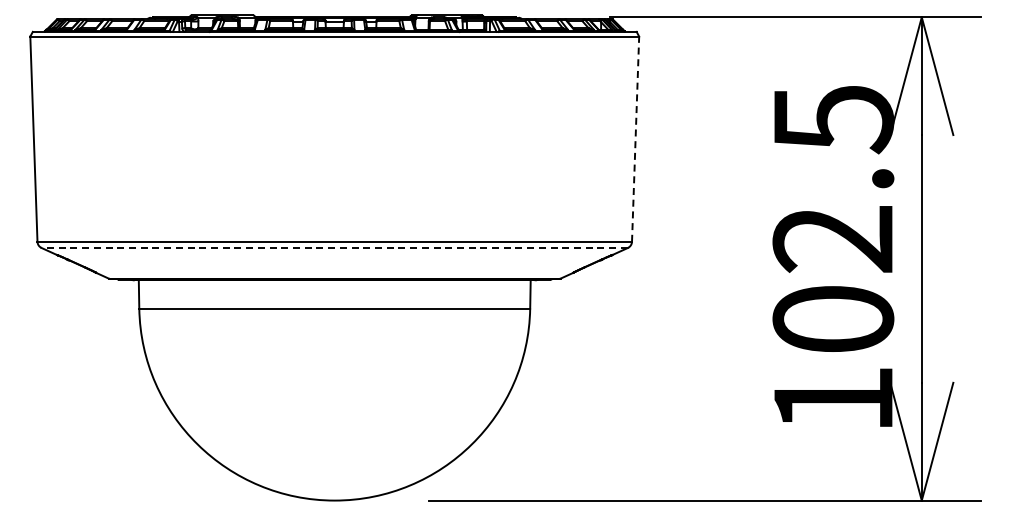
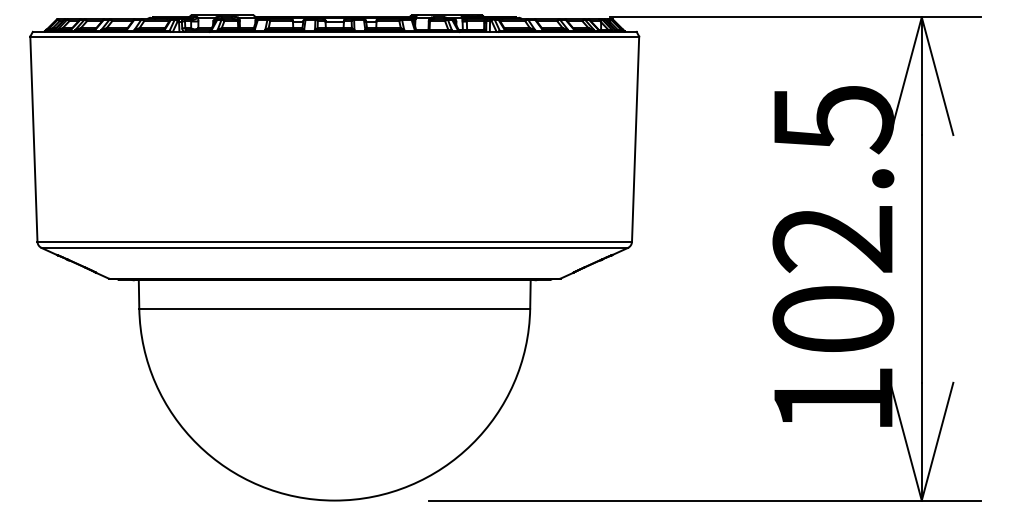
line at (635, 139): dashed -> solid
line at (334, 247): dashed -> solid
